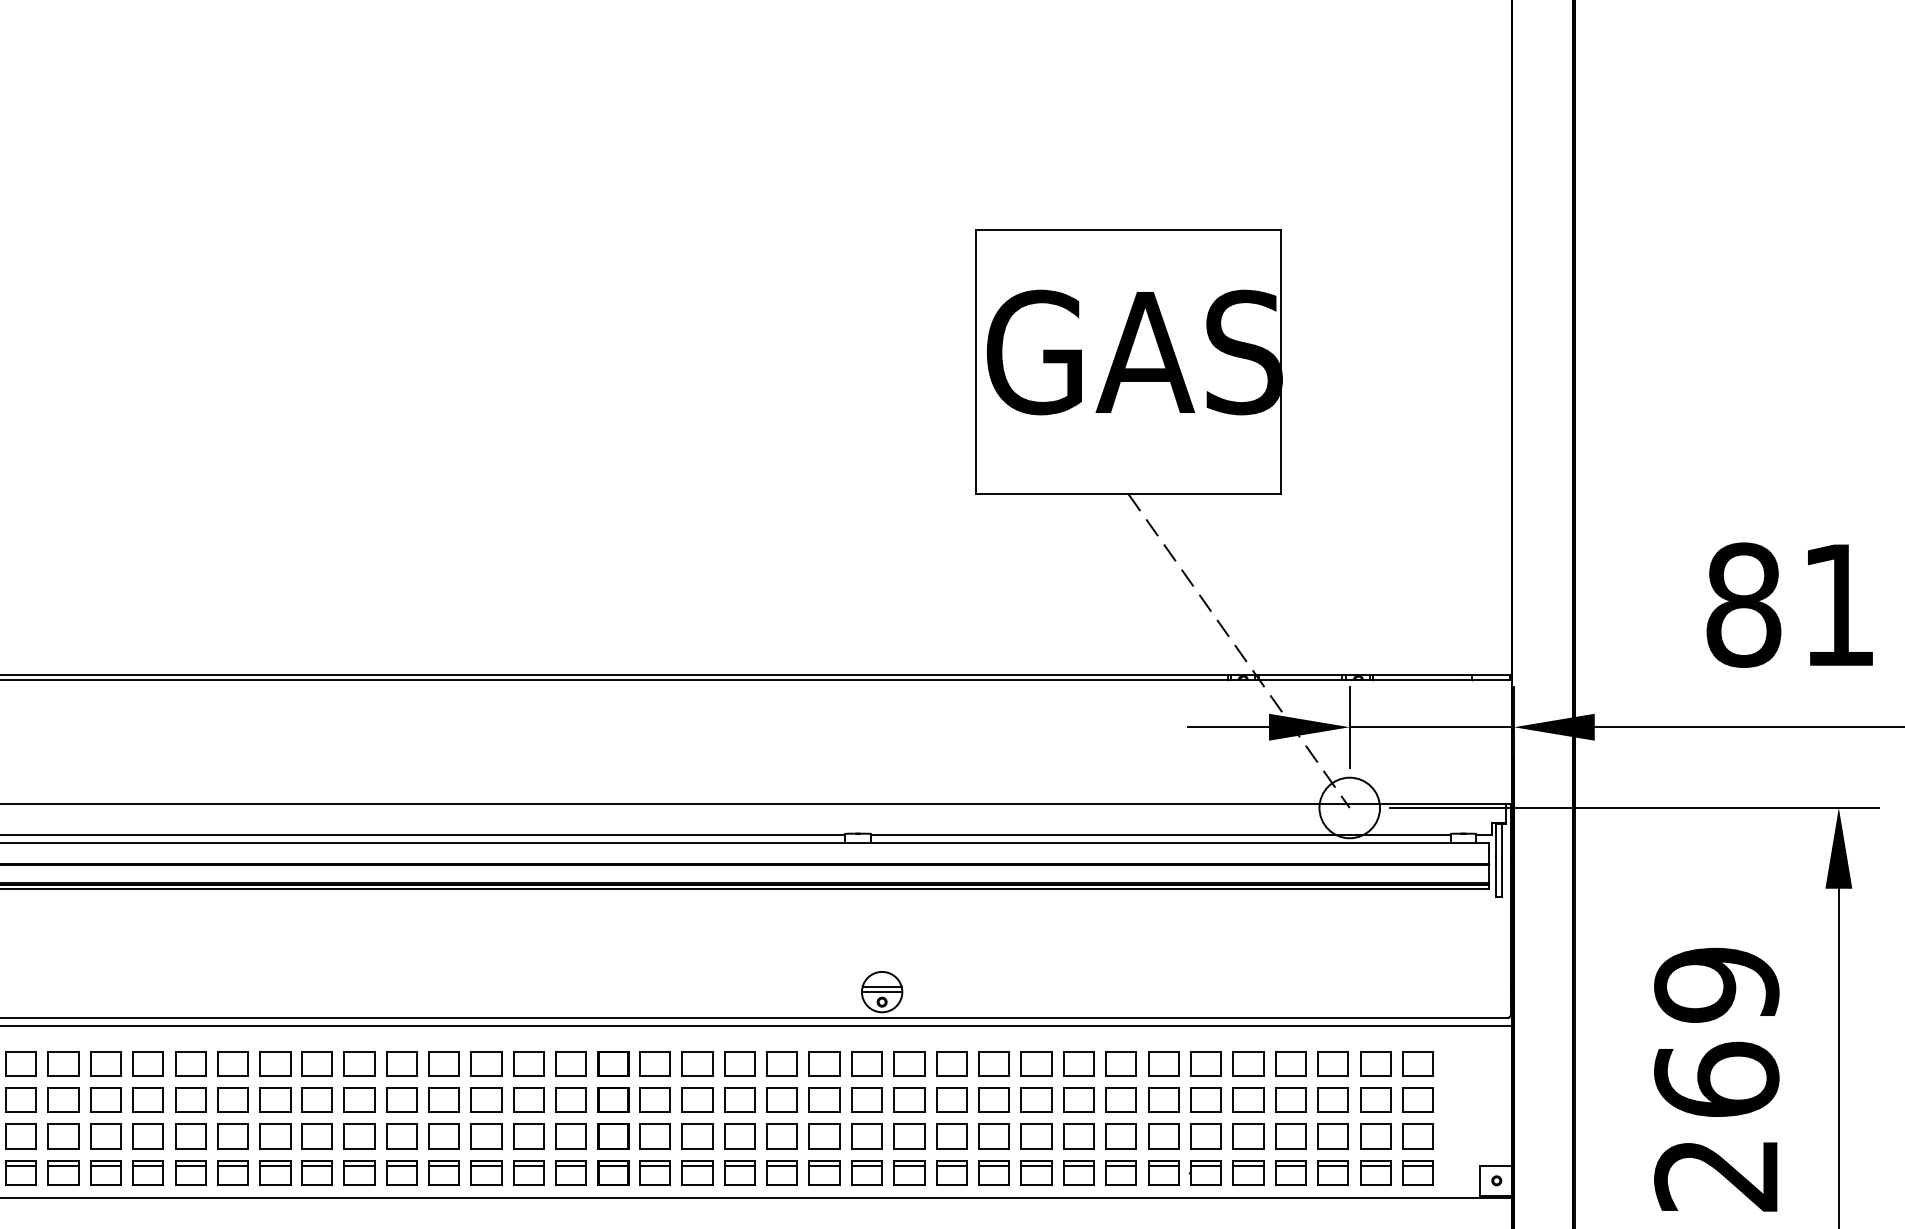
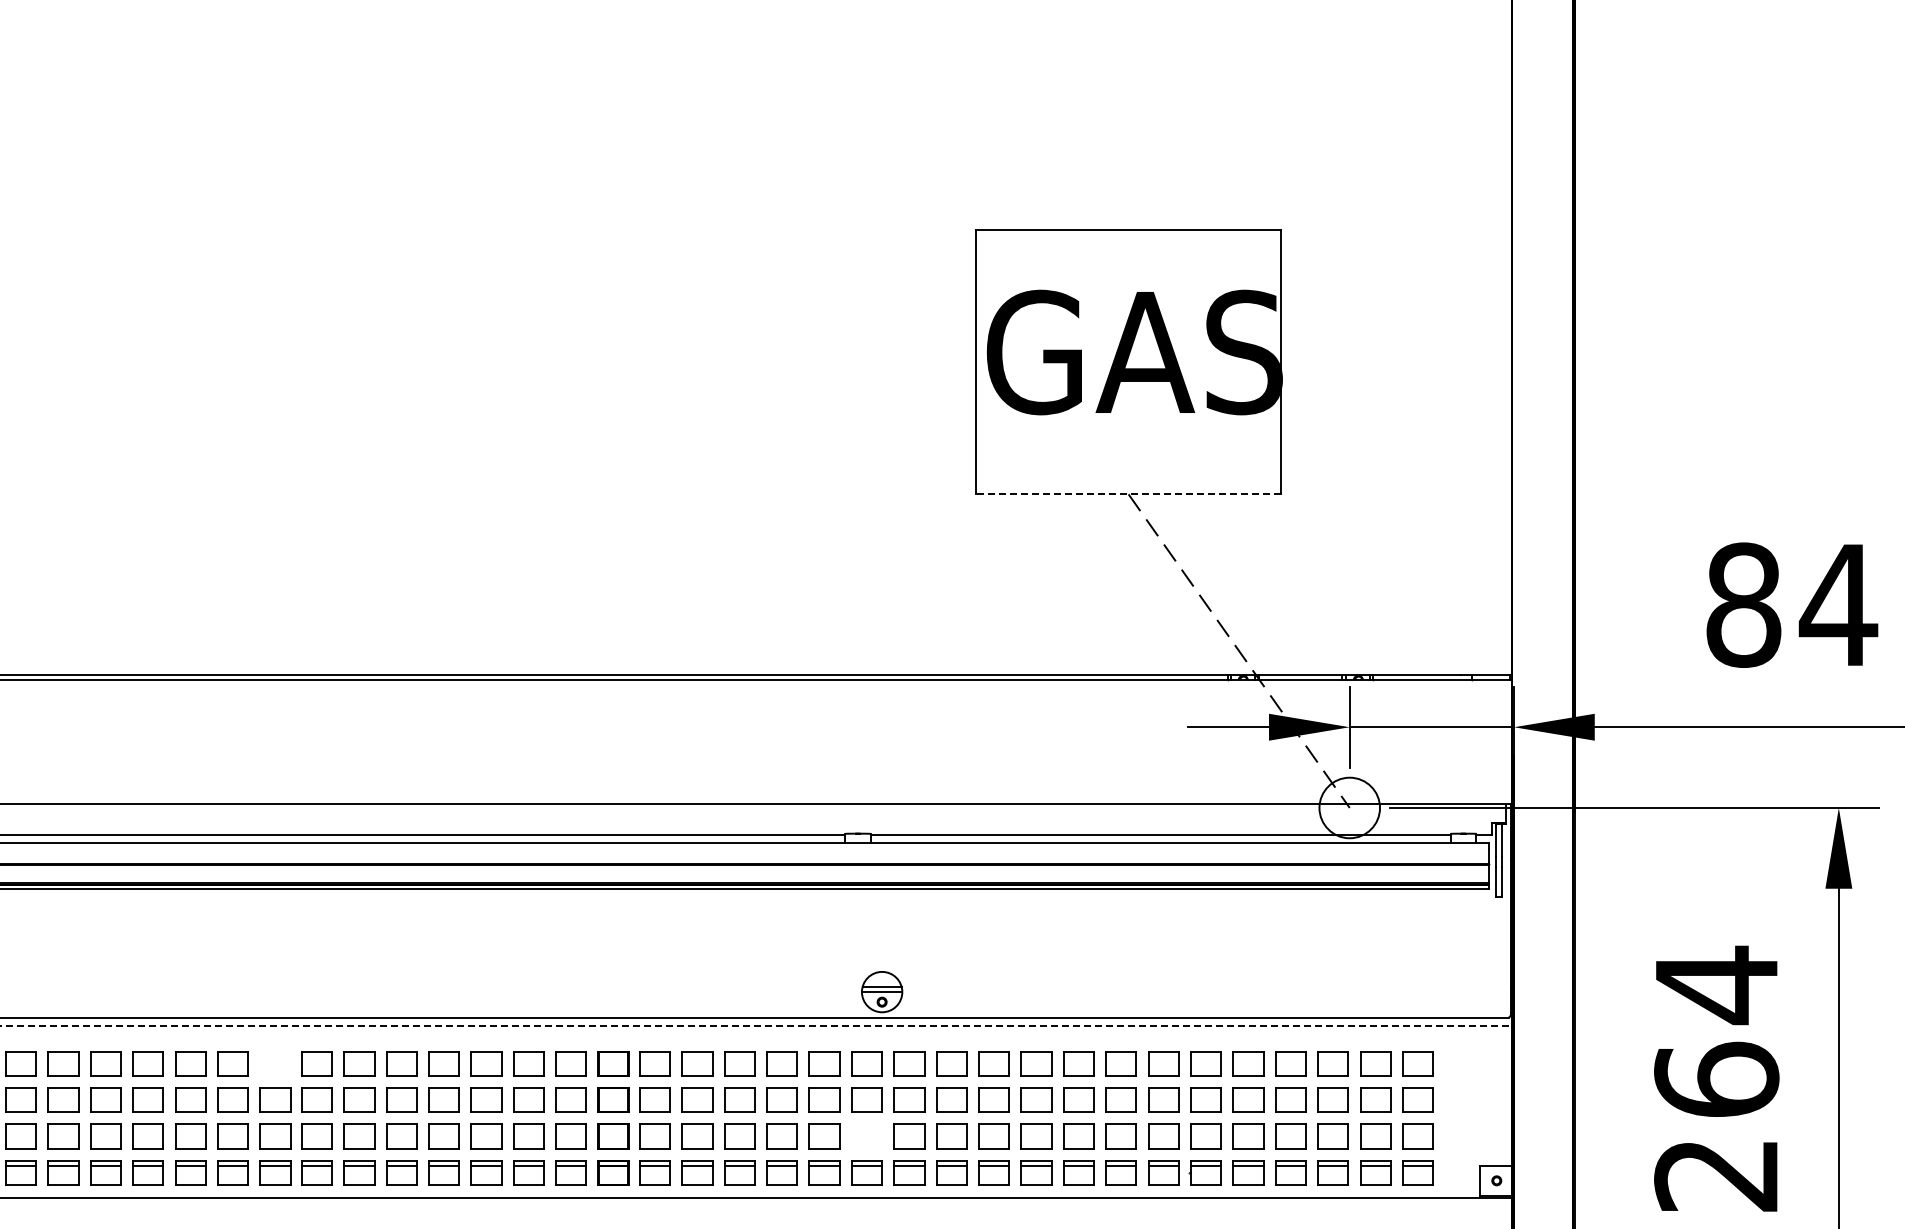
line at (1128, 494): solid -> dashed
text at (1838, 604): 81 -> 84
text at (1716, 985): 269 -> 264
line at (755, 1025): solid -> dashed
part at (275, 1063): present -> none
part at (866, 1136): present -> none
